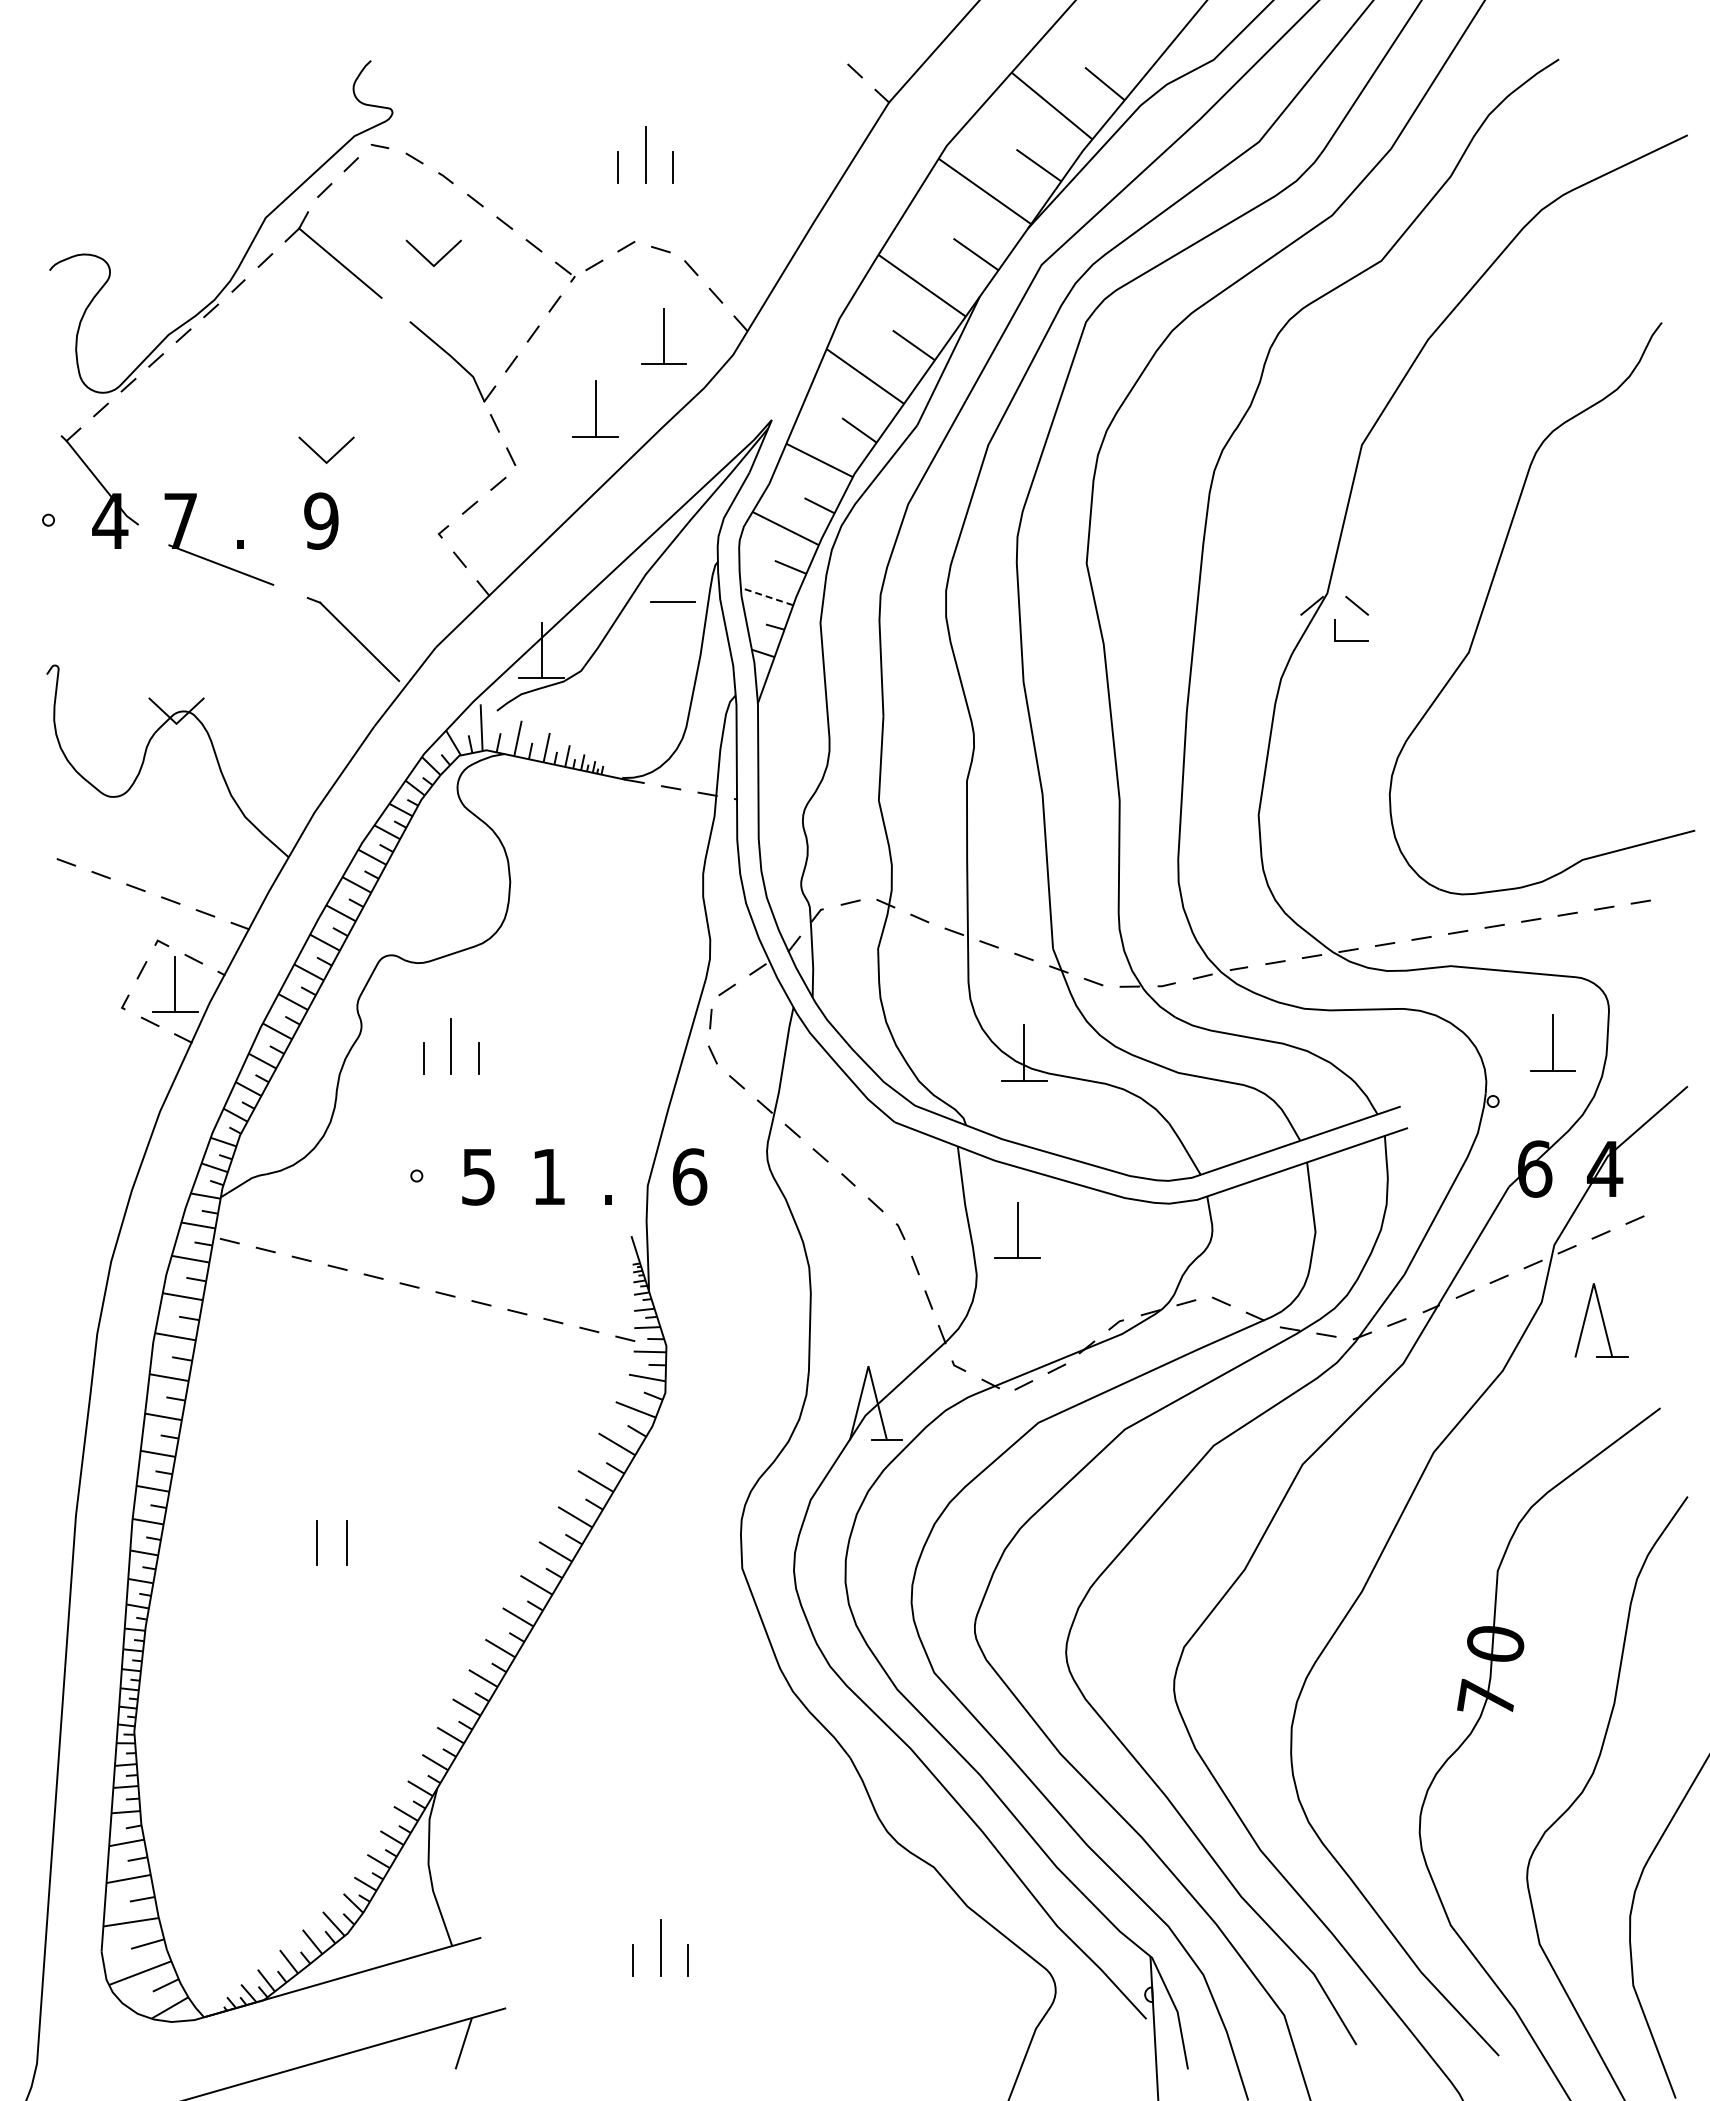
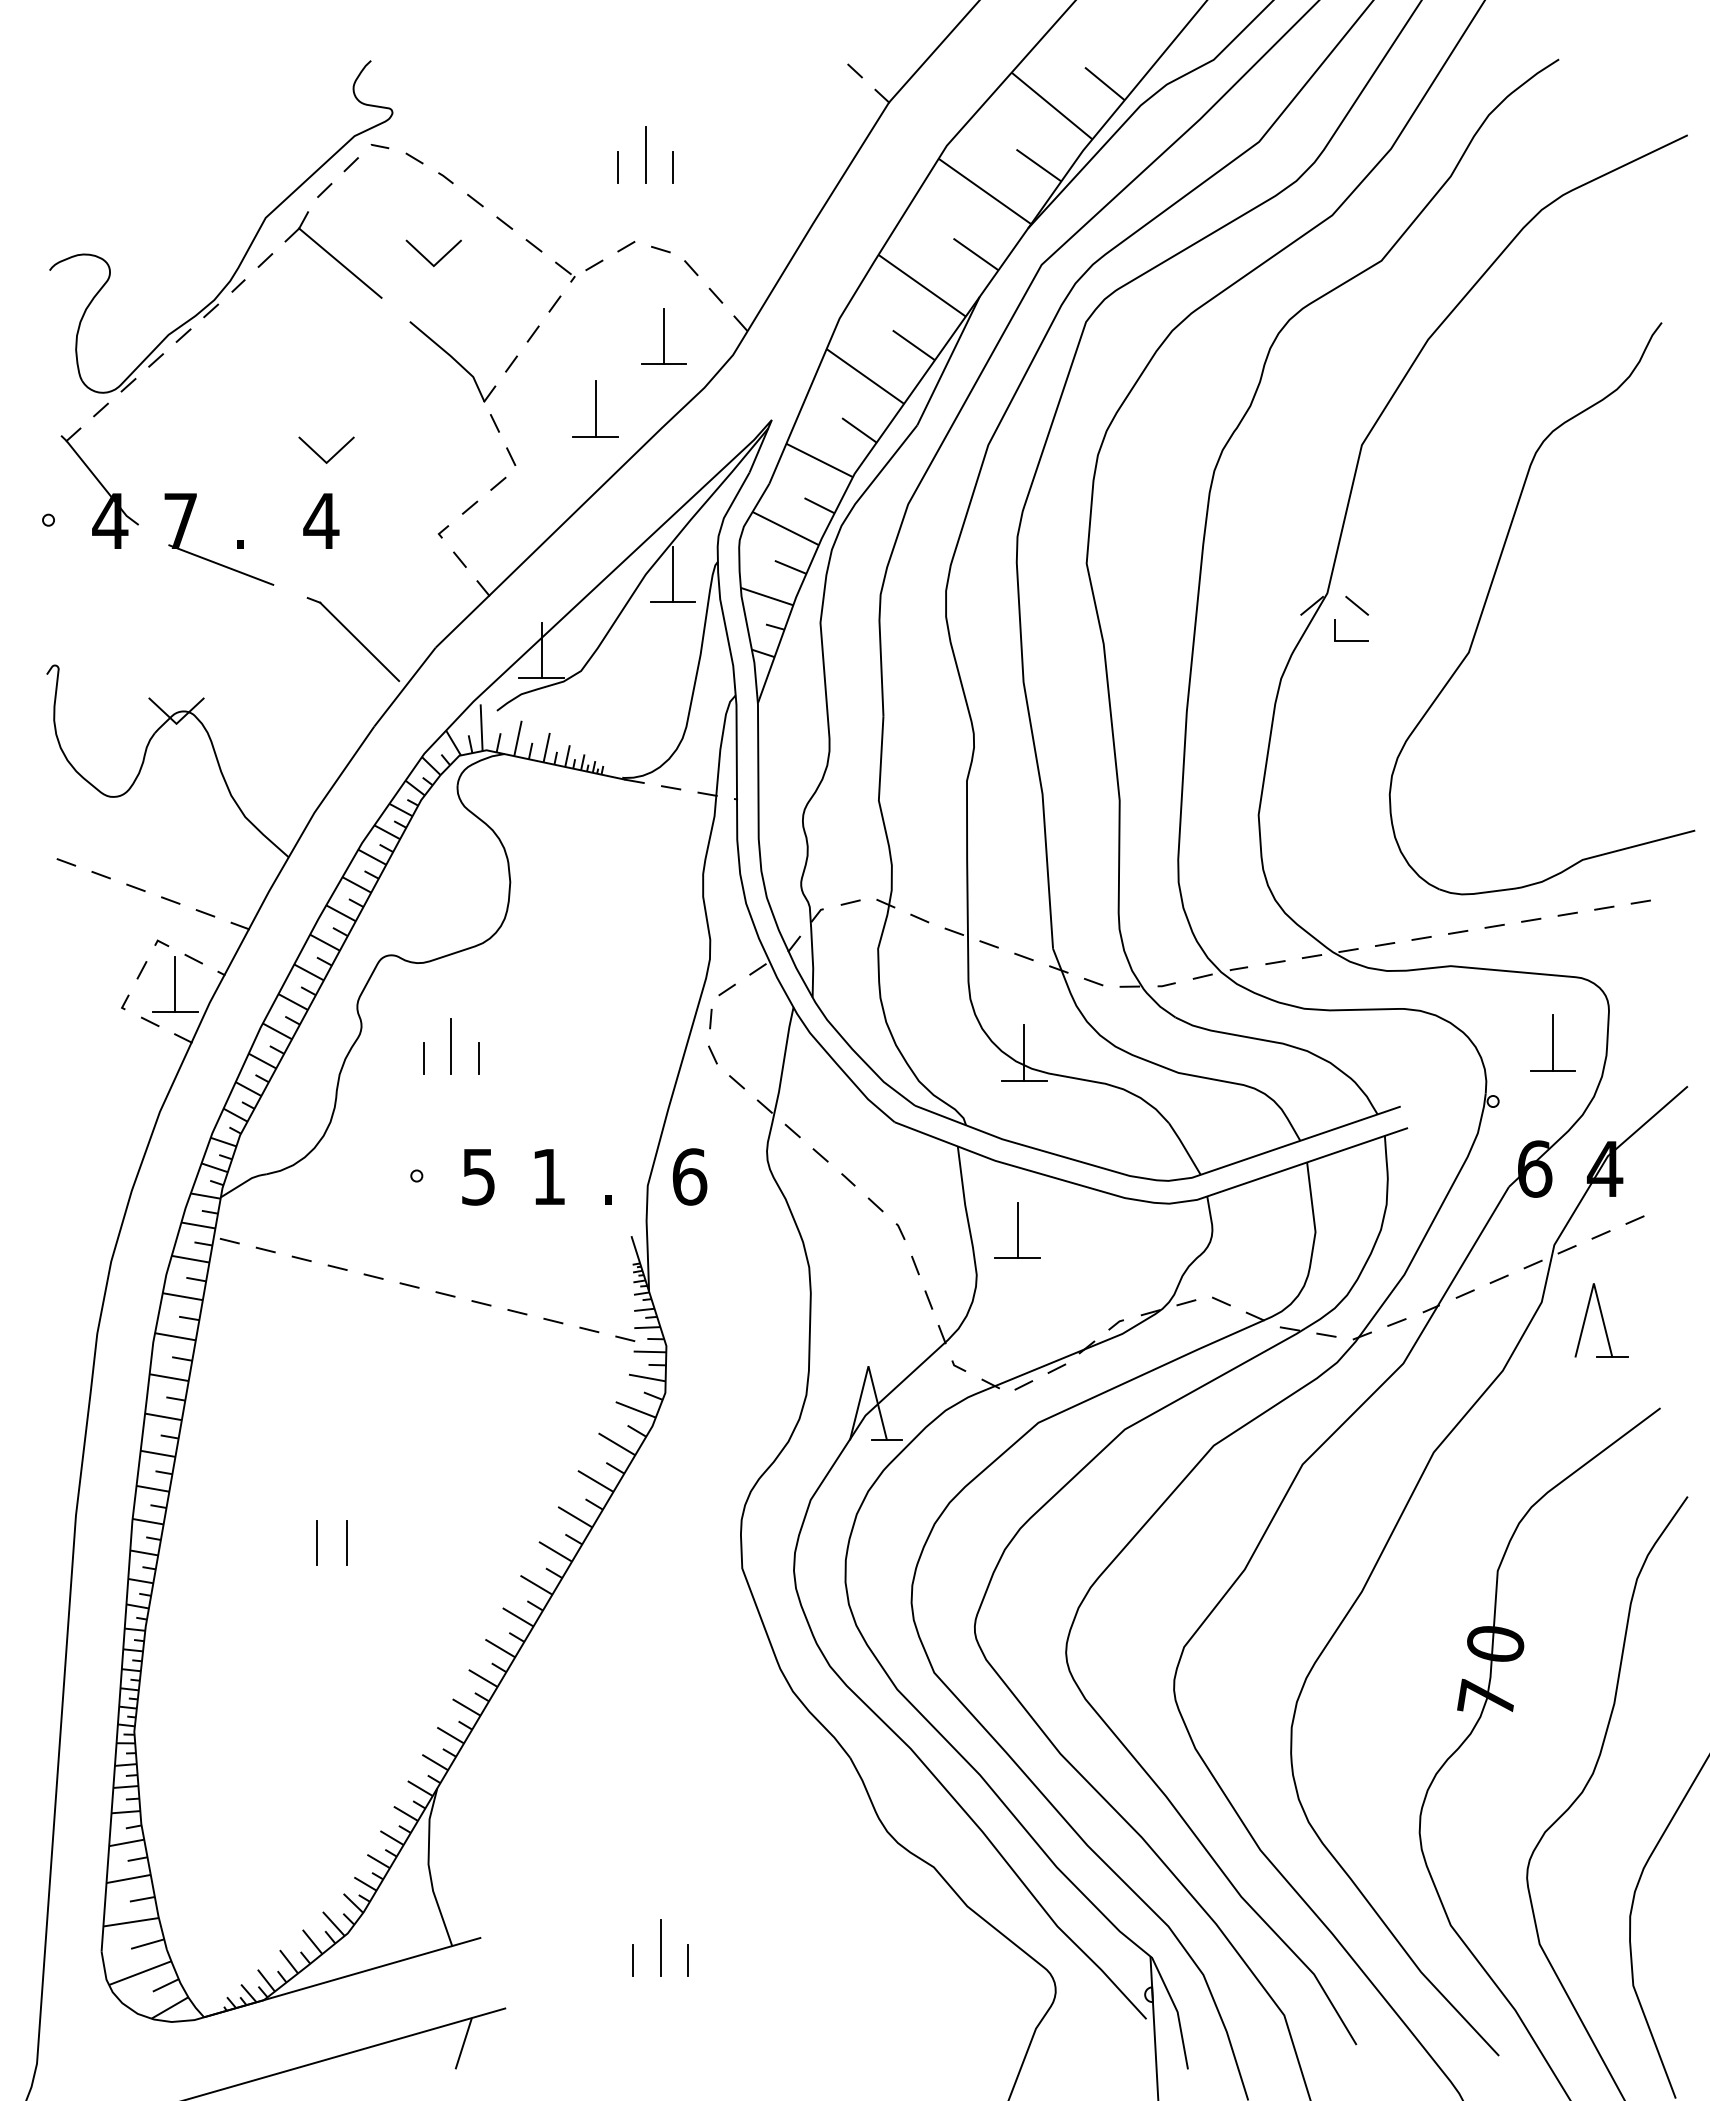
text at (321, 520): 9 -> 4
line at (673, 574): none -> present
line at (767, 596): dashed -> solid
